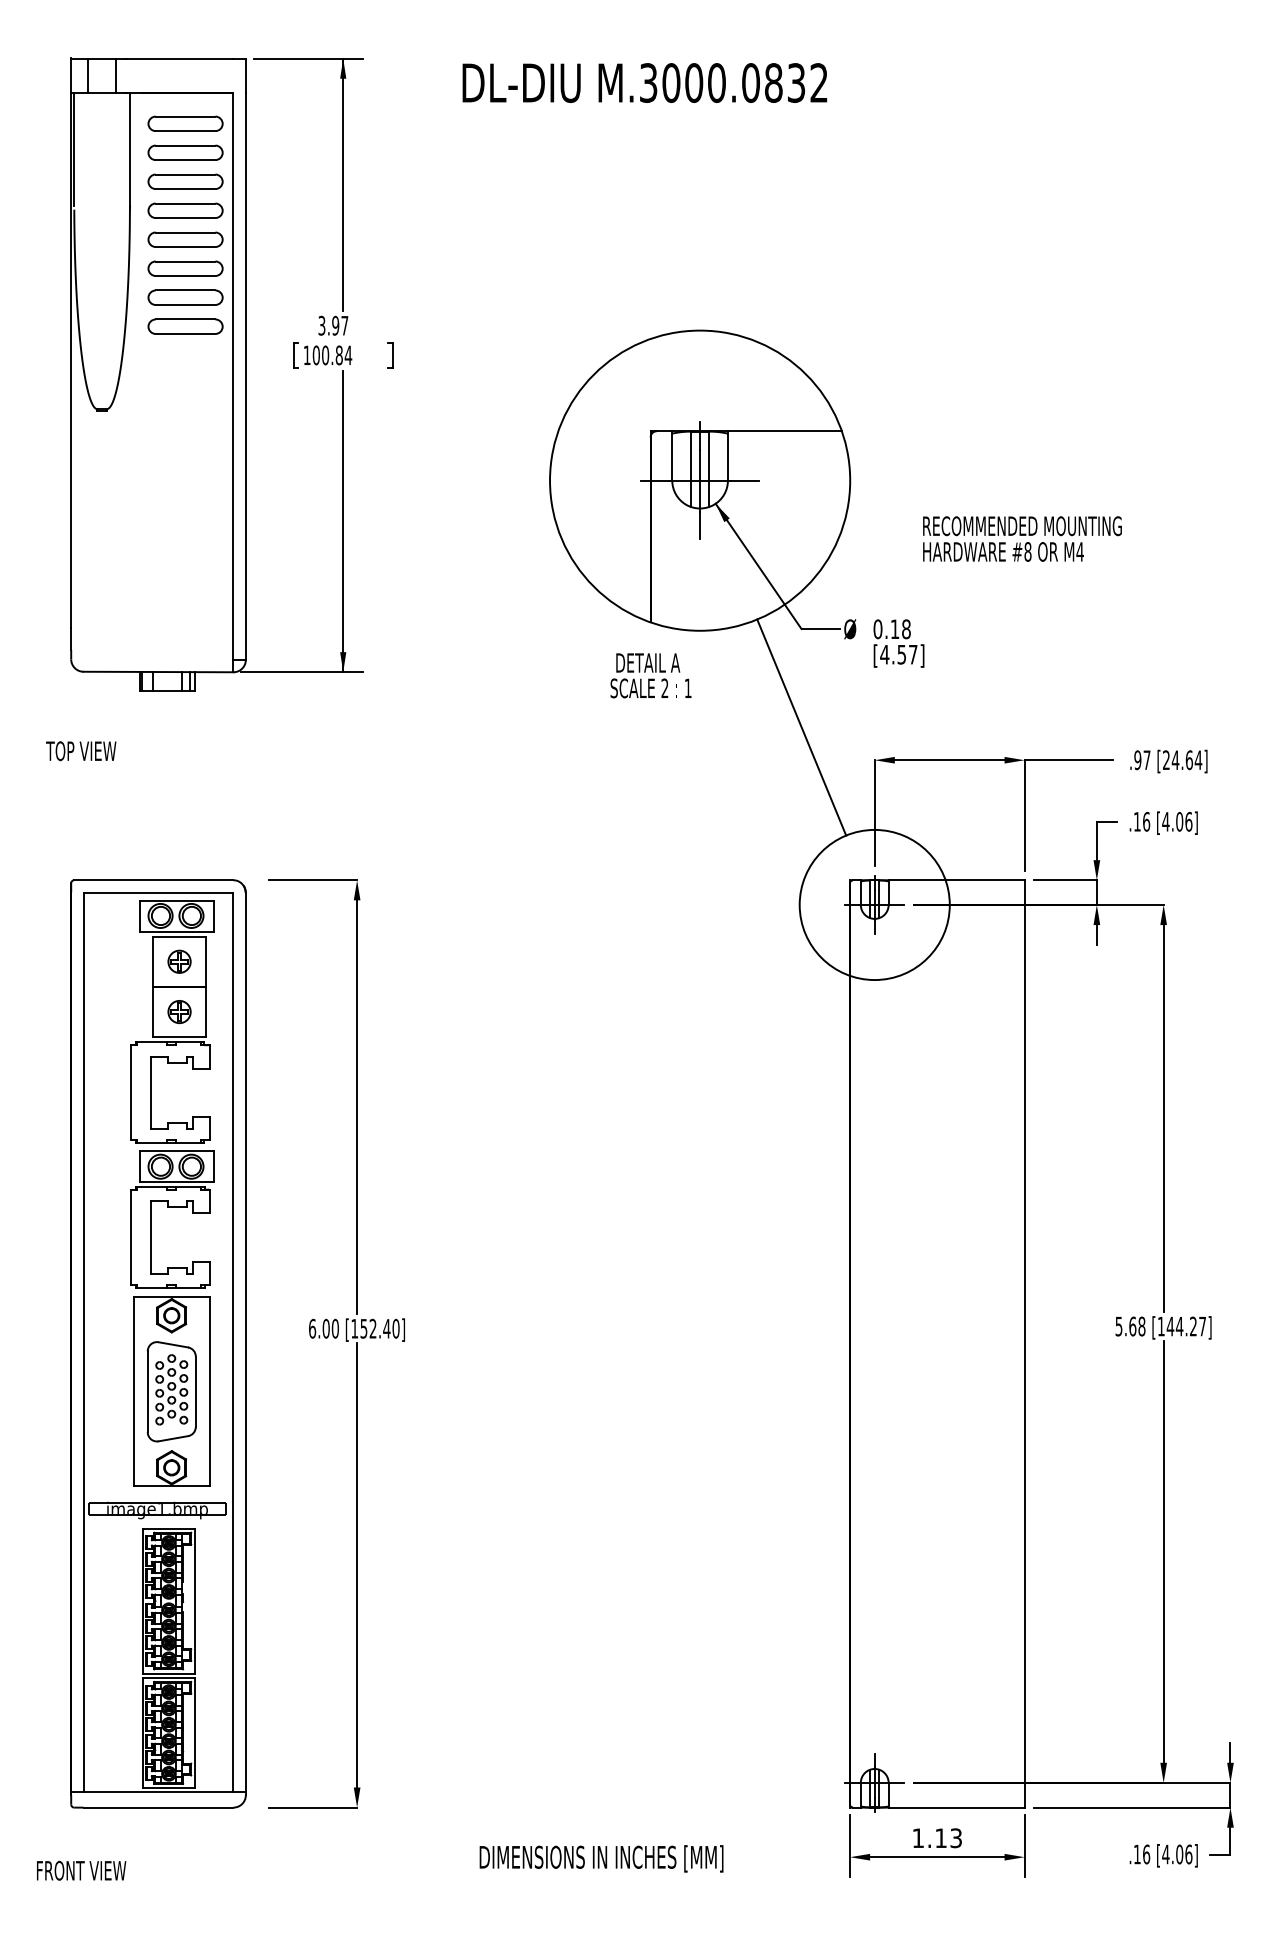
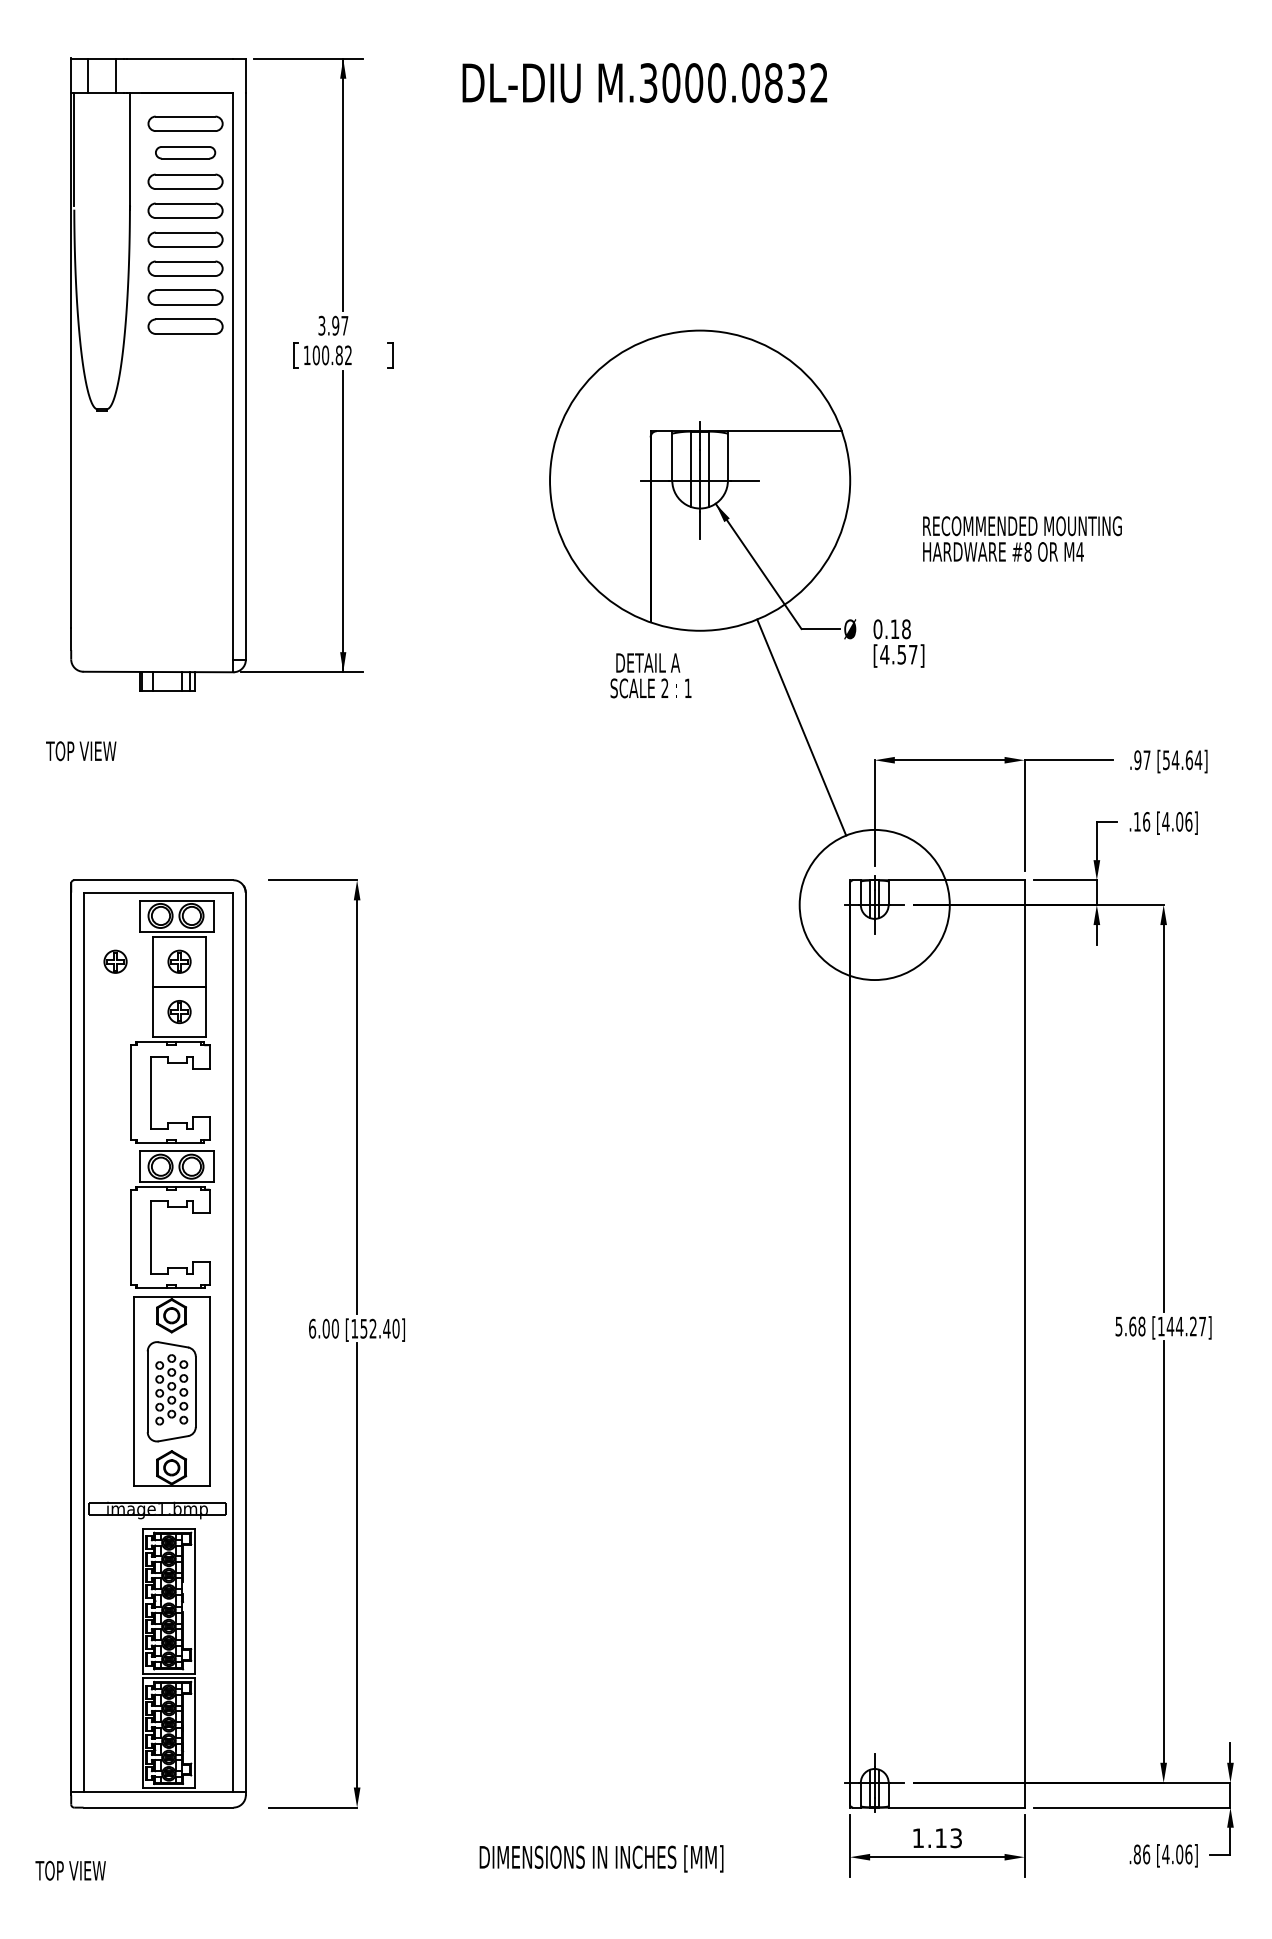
part at (185, 152) size: 77x17 px -> 62x14 px
text at (348, 354): 100.84 -> 100.82
text at (1166, 760): [24.64] -> [54.64]
part at (115, 961): none -> present
text at (1136, 1854): .16 -> .86
text at (80, 1870): FRONT VIEW -> TOP VIEW
